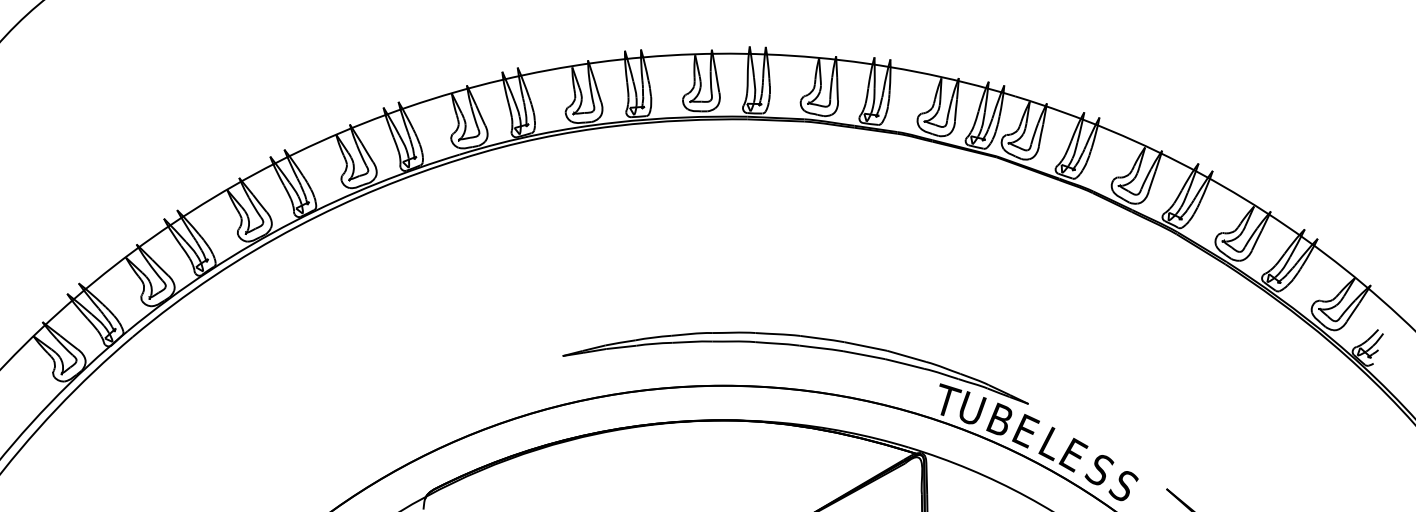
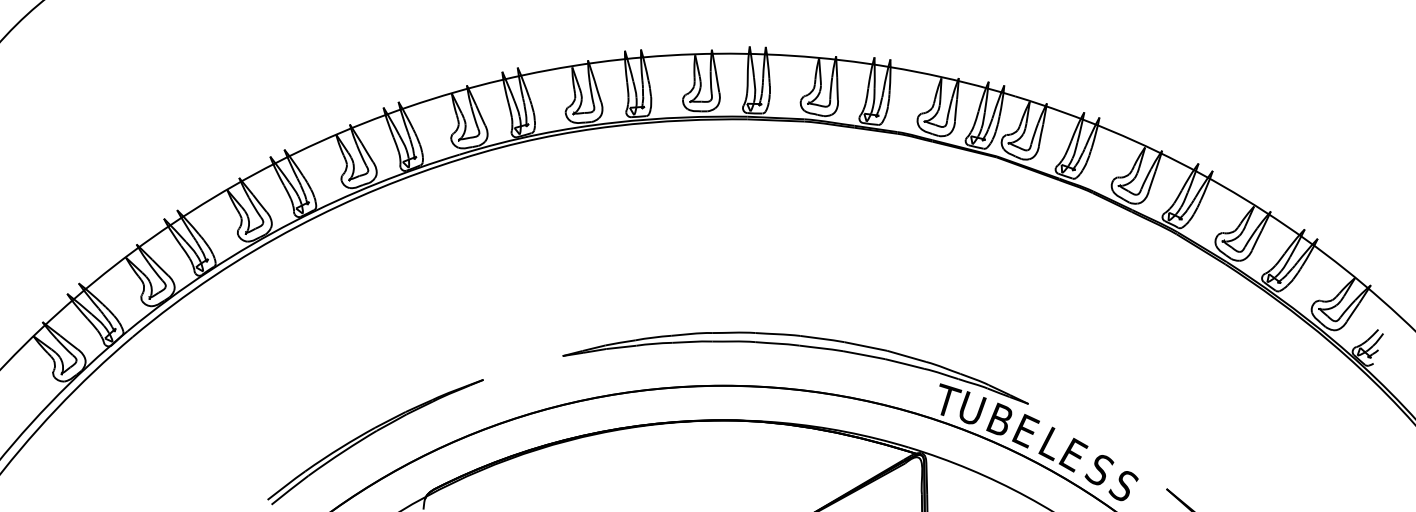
part at (371, 435): none -> present
